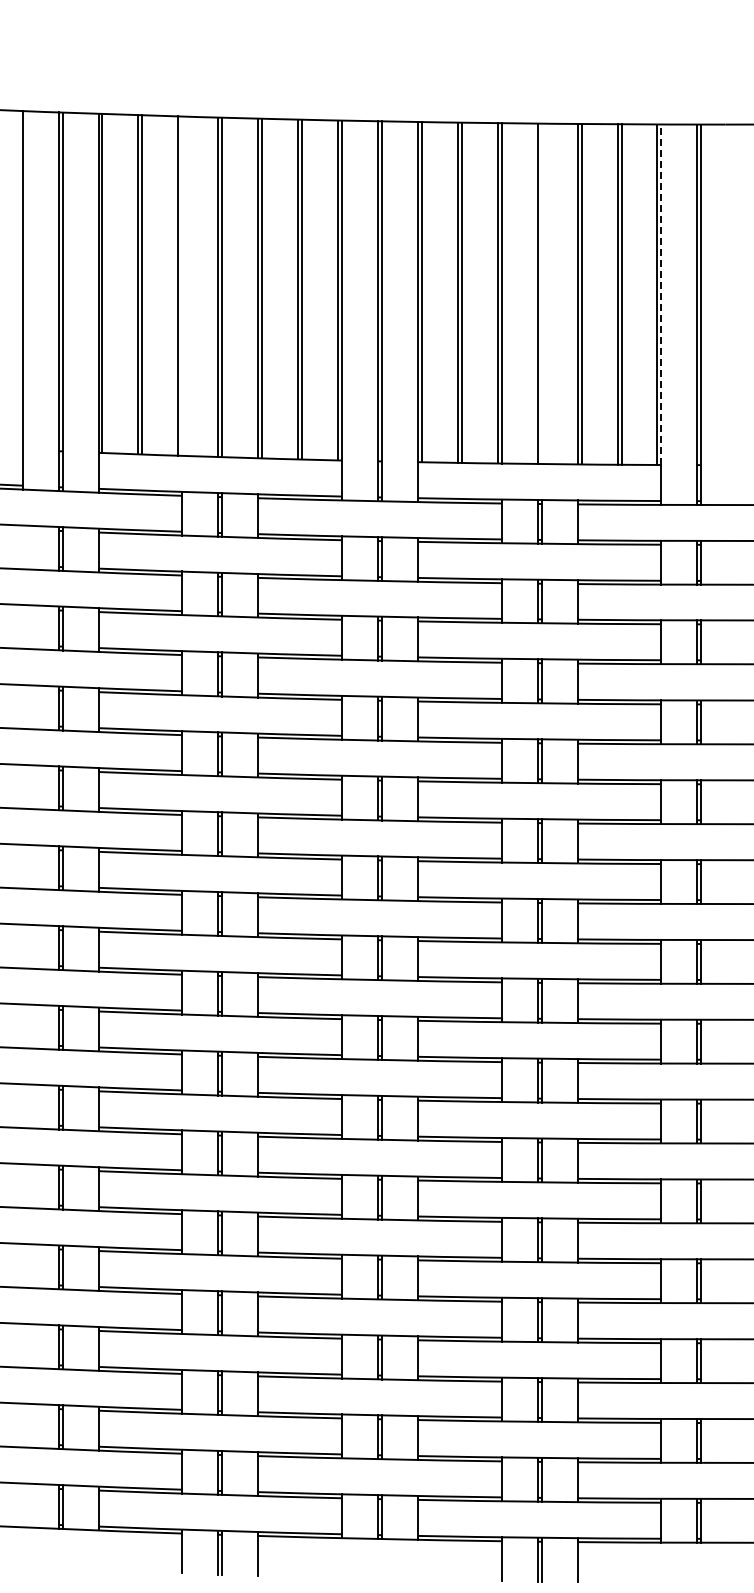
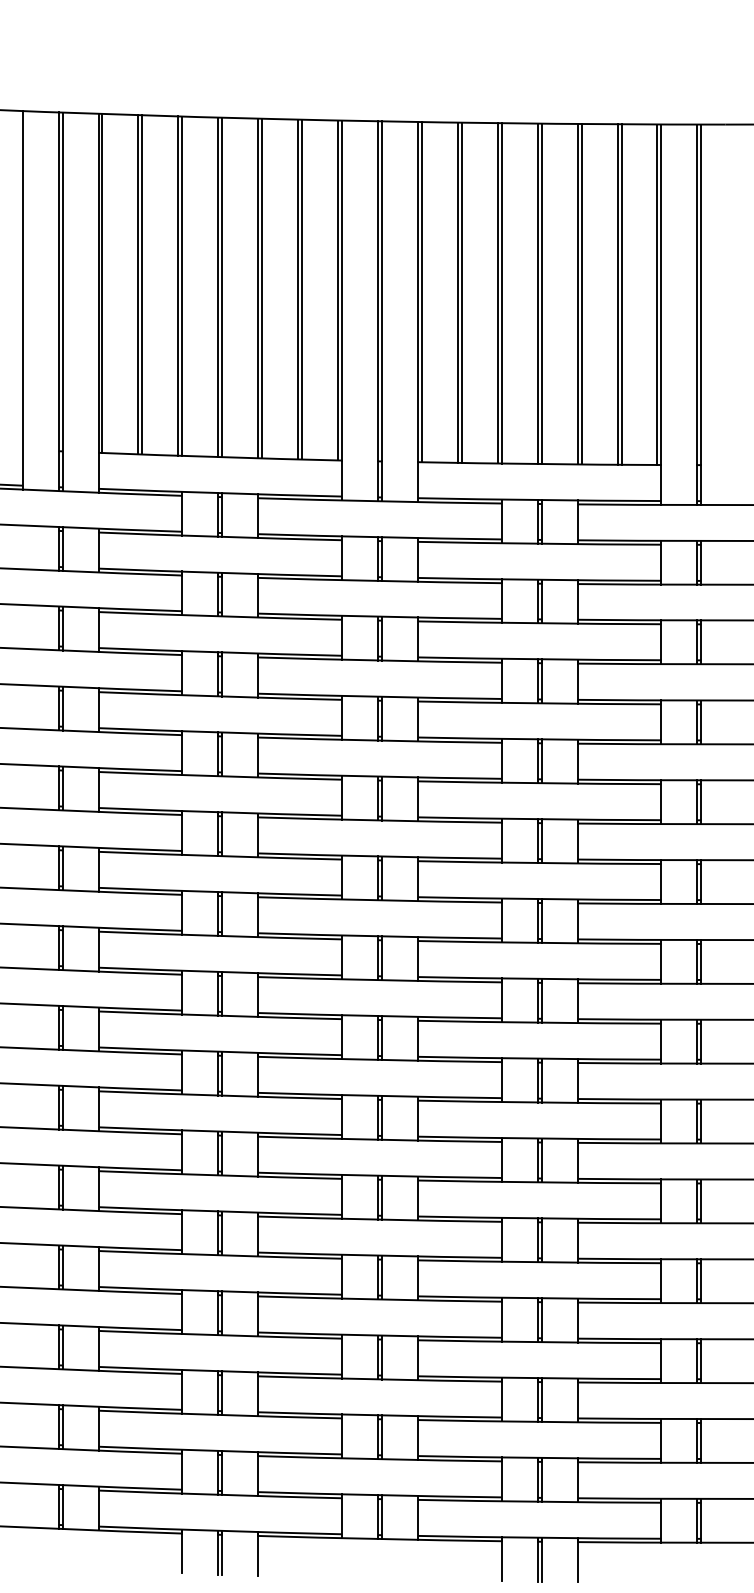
line at (182, 285): none -> present
line at (541, 293): none -> present
line at (661, 294): dashed -> solid
